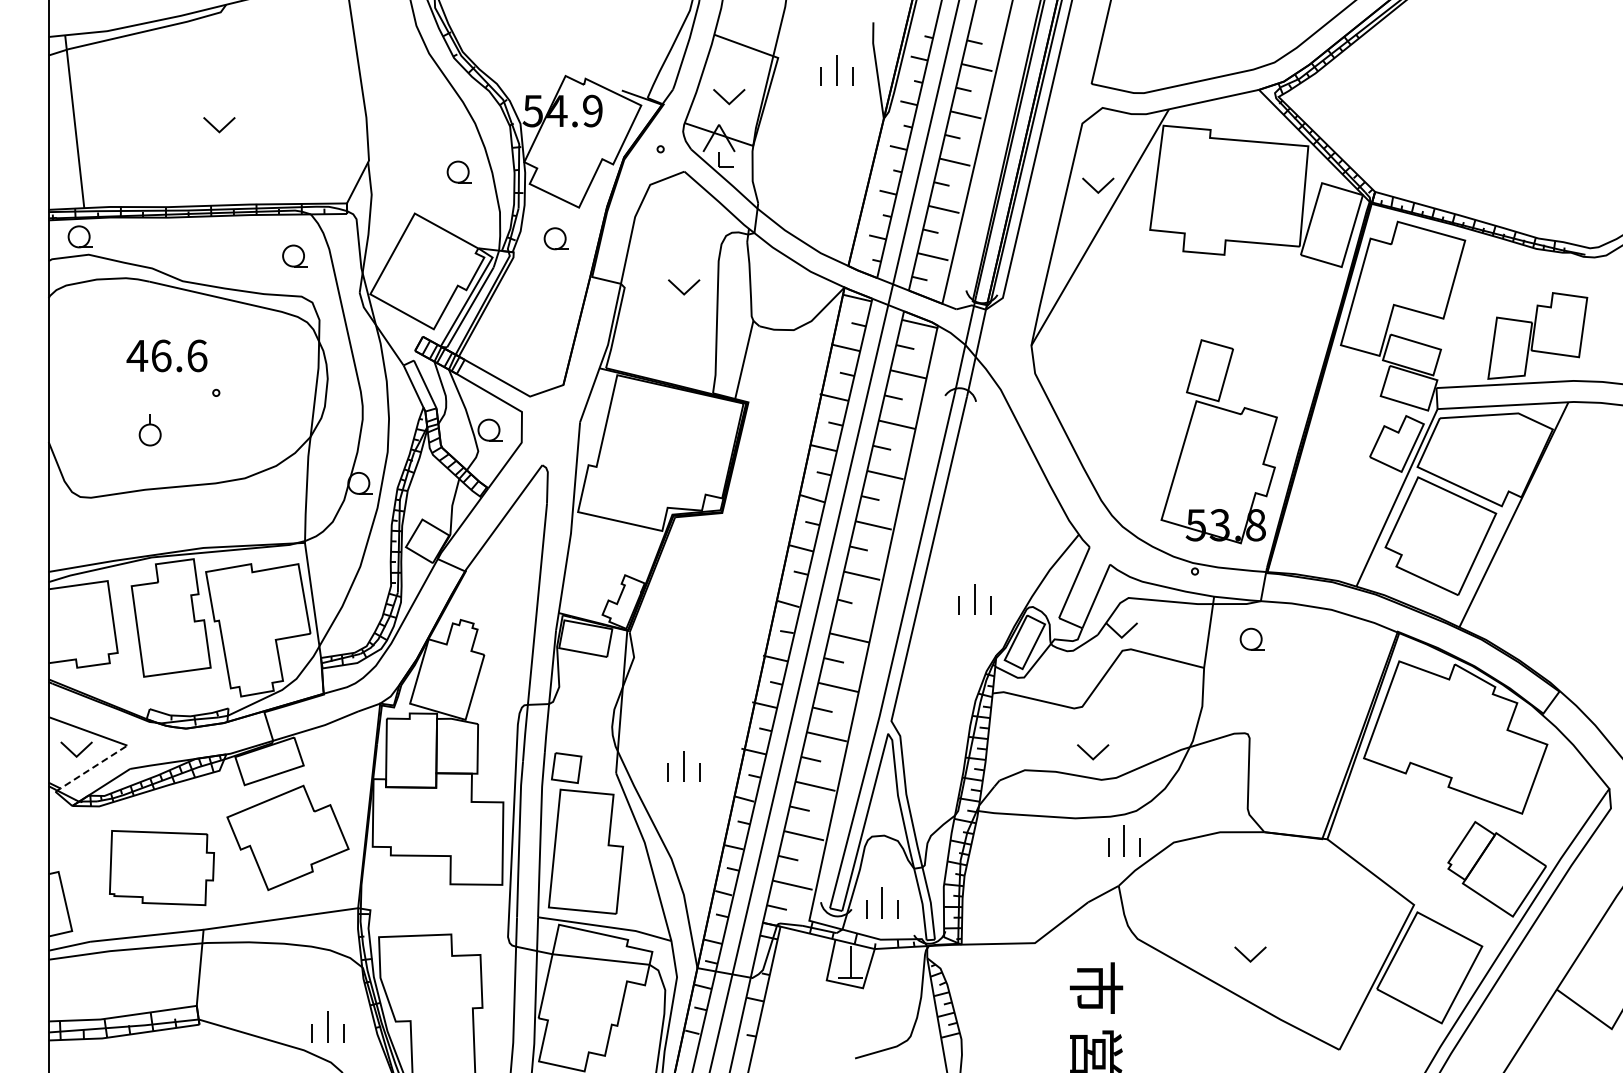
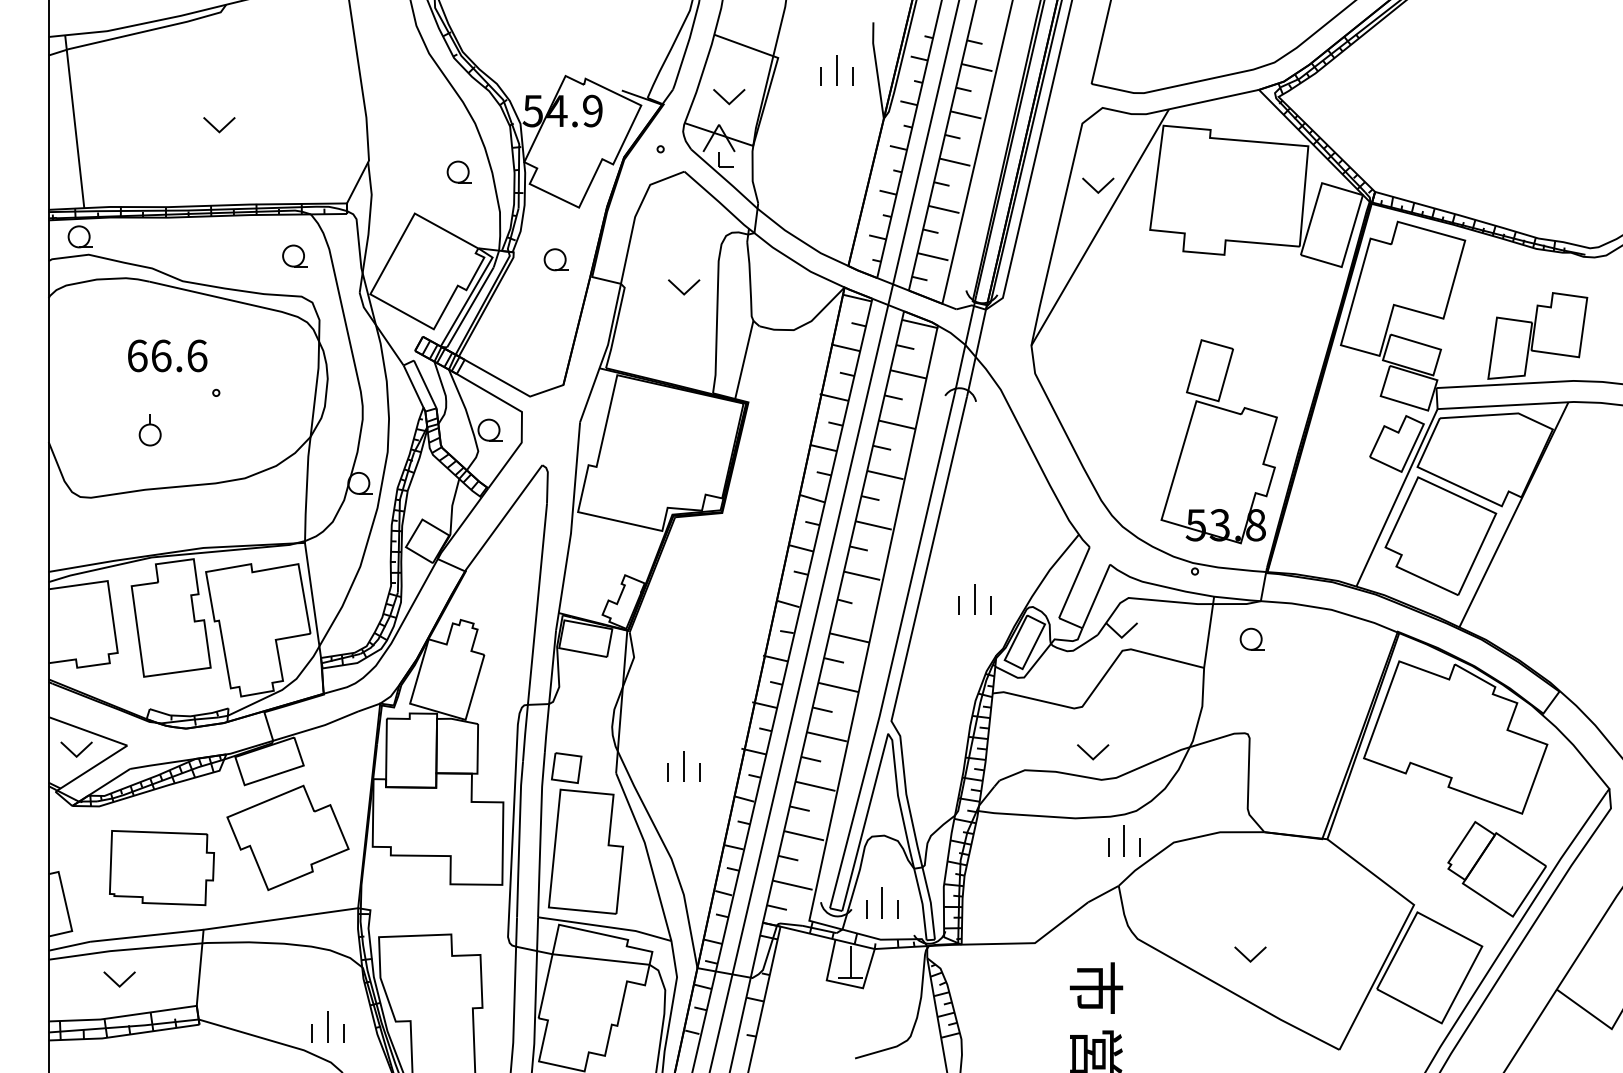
part at (555, 238) position: (555, 238) -> (555, 259)
text at (137, 355): 46.6 -> 66.6
line at (90, 769): dashed -> solid
part at (119, 979): none -> present
